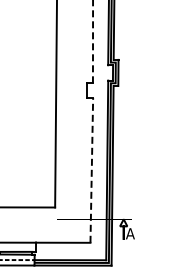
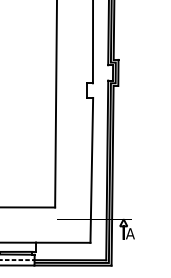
line at (93, 41): dashed -> solid
line at (91, 169): dashed -> solid
